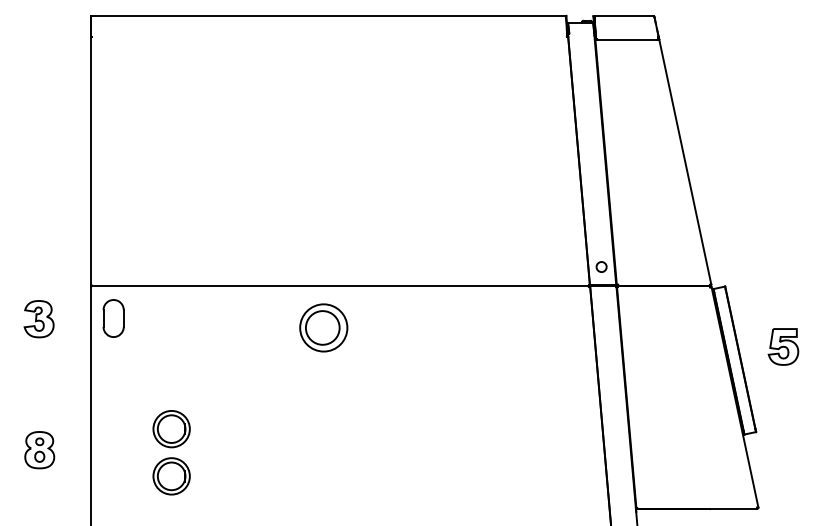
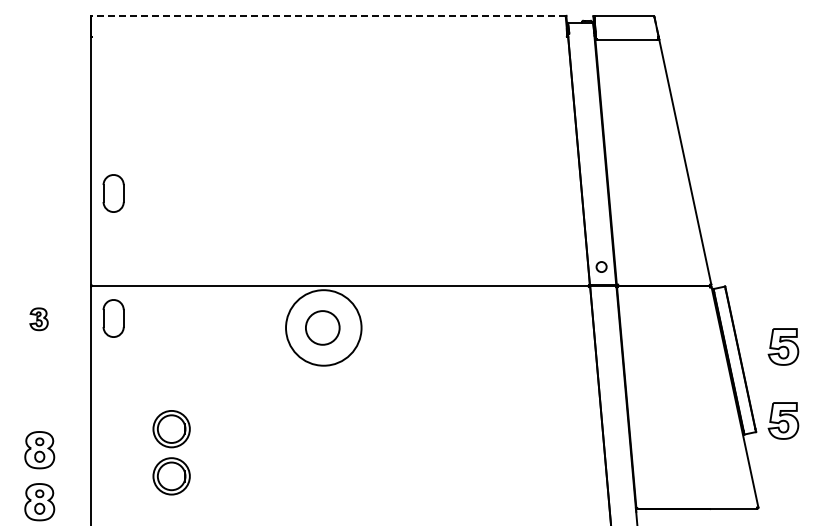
line at (328, 15): solid -> dashed
part at (113, 193): none -> present
part at (38, 319) size: 32x39 px -> 20x25 px
circle at (323, 327) diameter: 47 px -> 76 px
part at (783, 420): none -> present
part at (39, 502): none -> present
